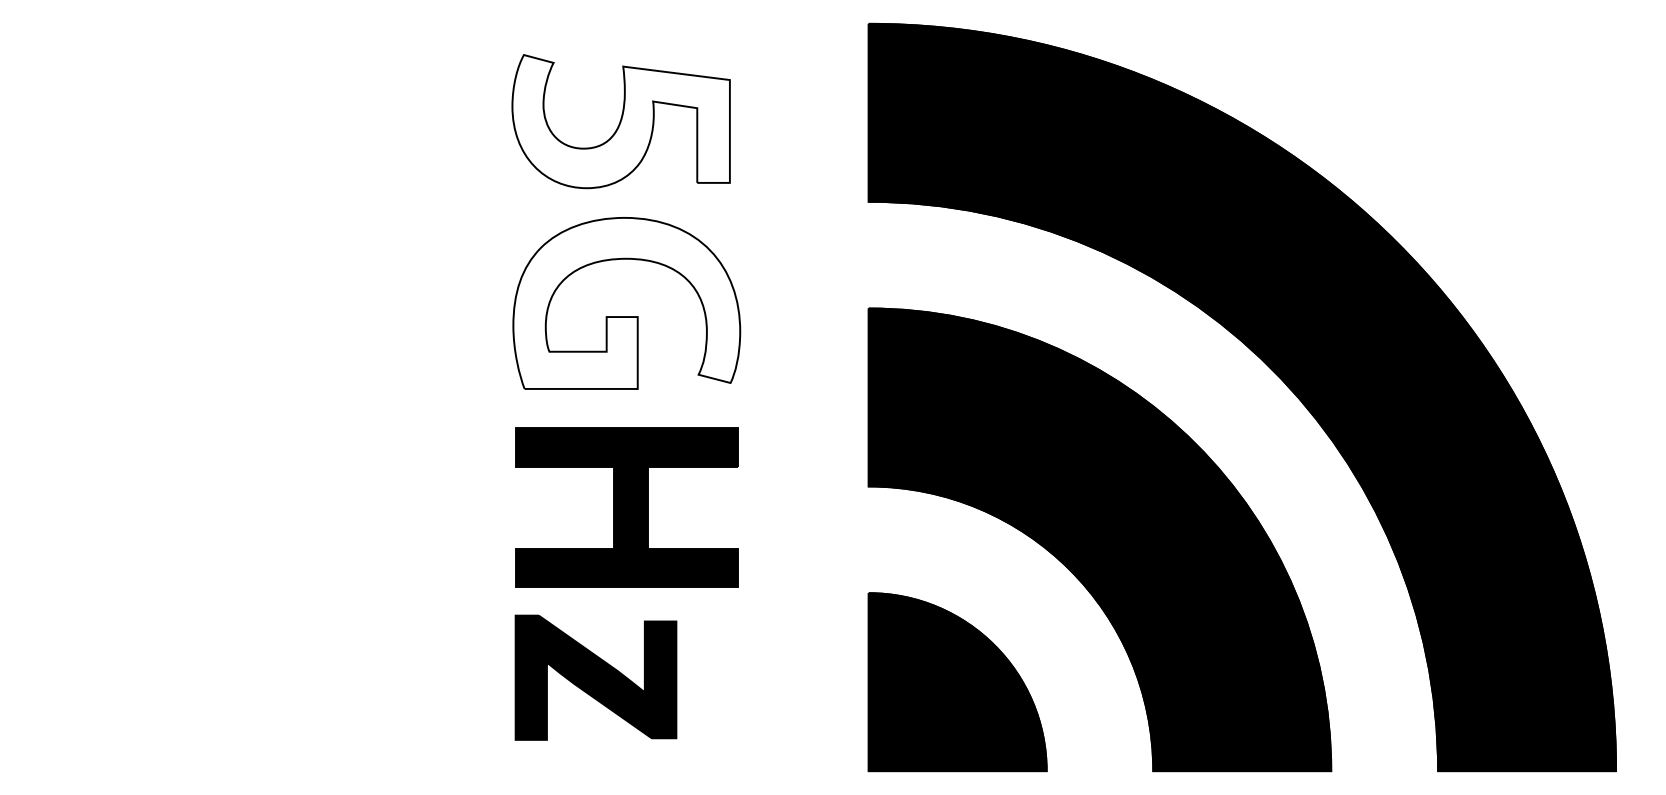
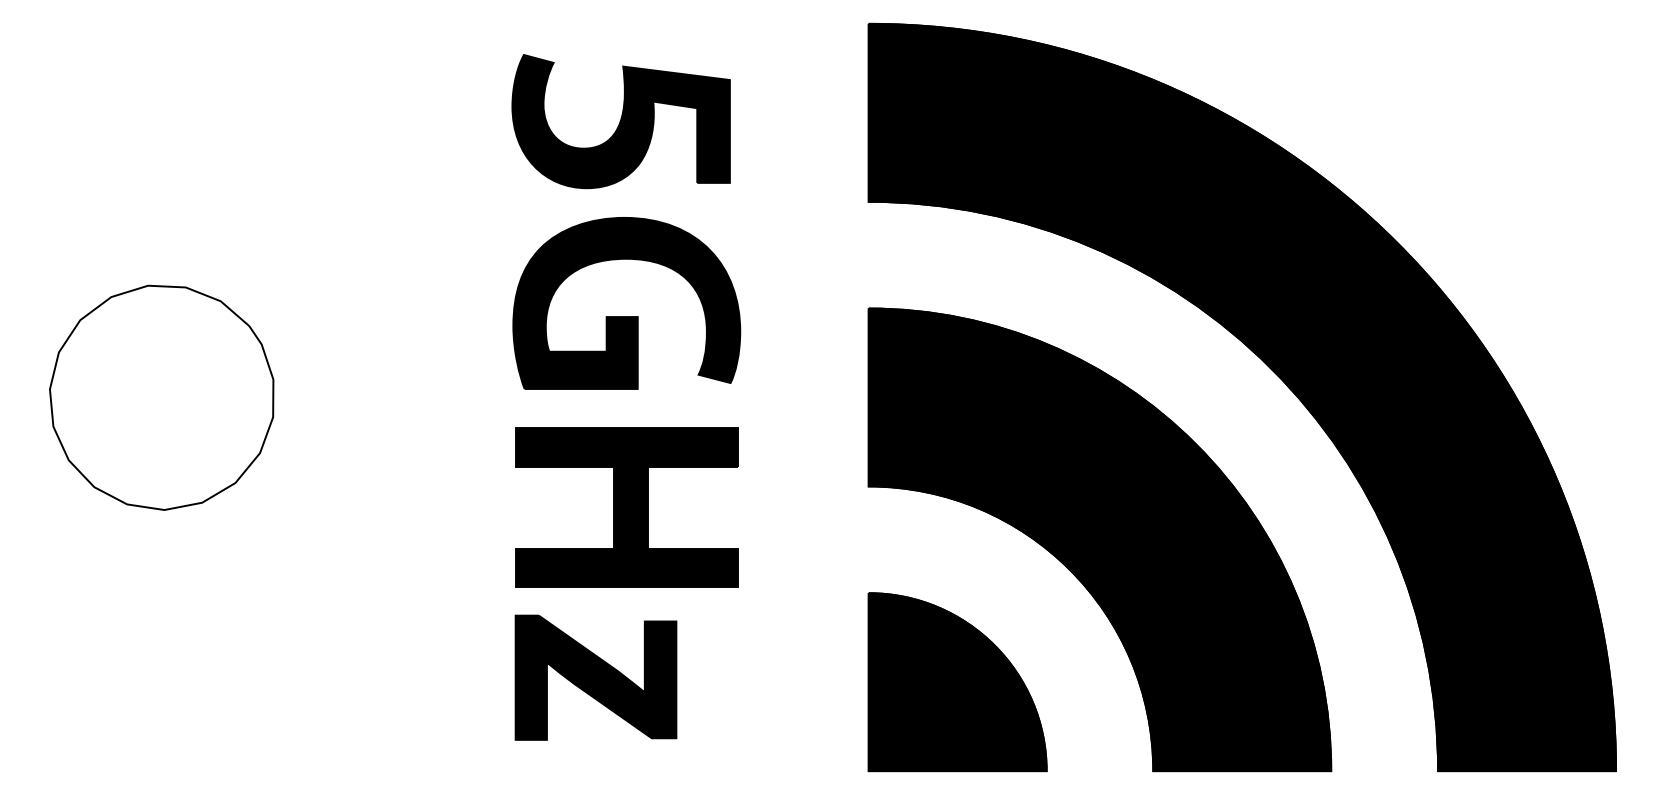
fill at (620, 121): none -> present
fill at (626, 302): none -> present
part at (161, 397): none -> present
